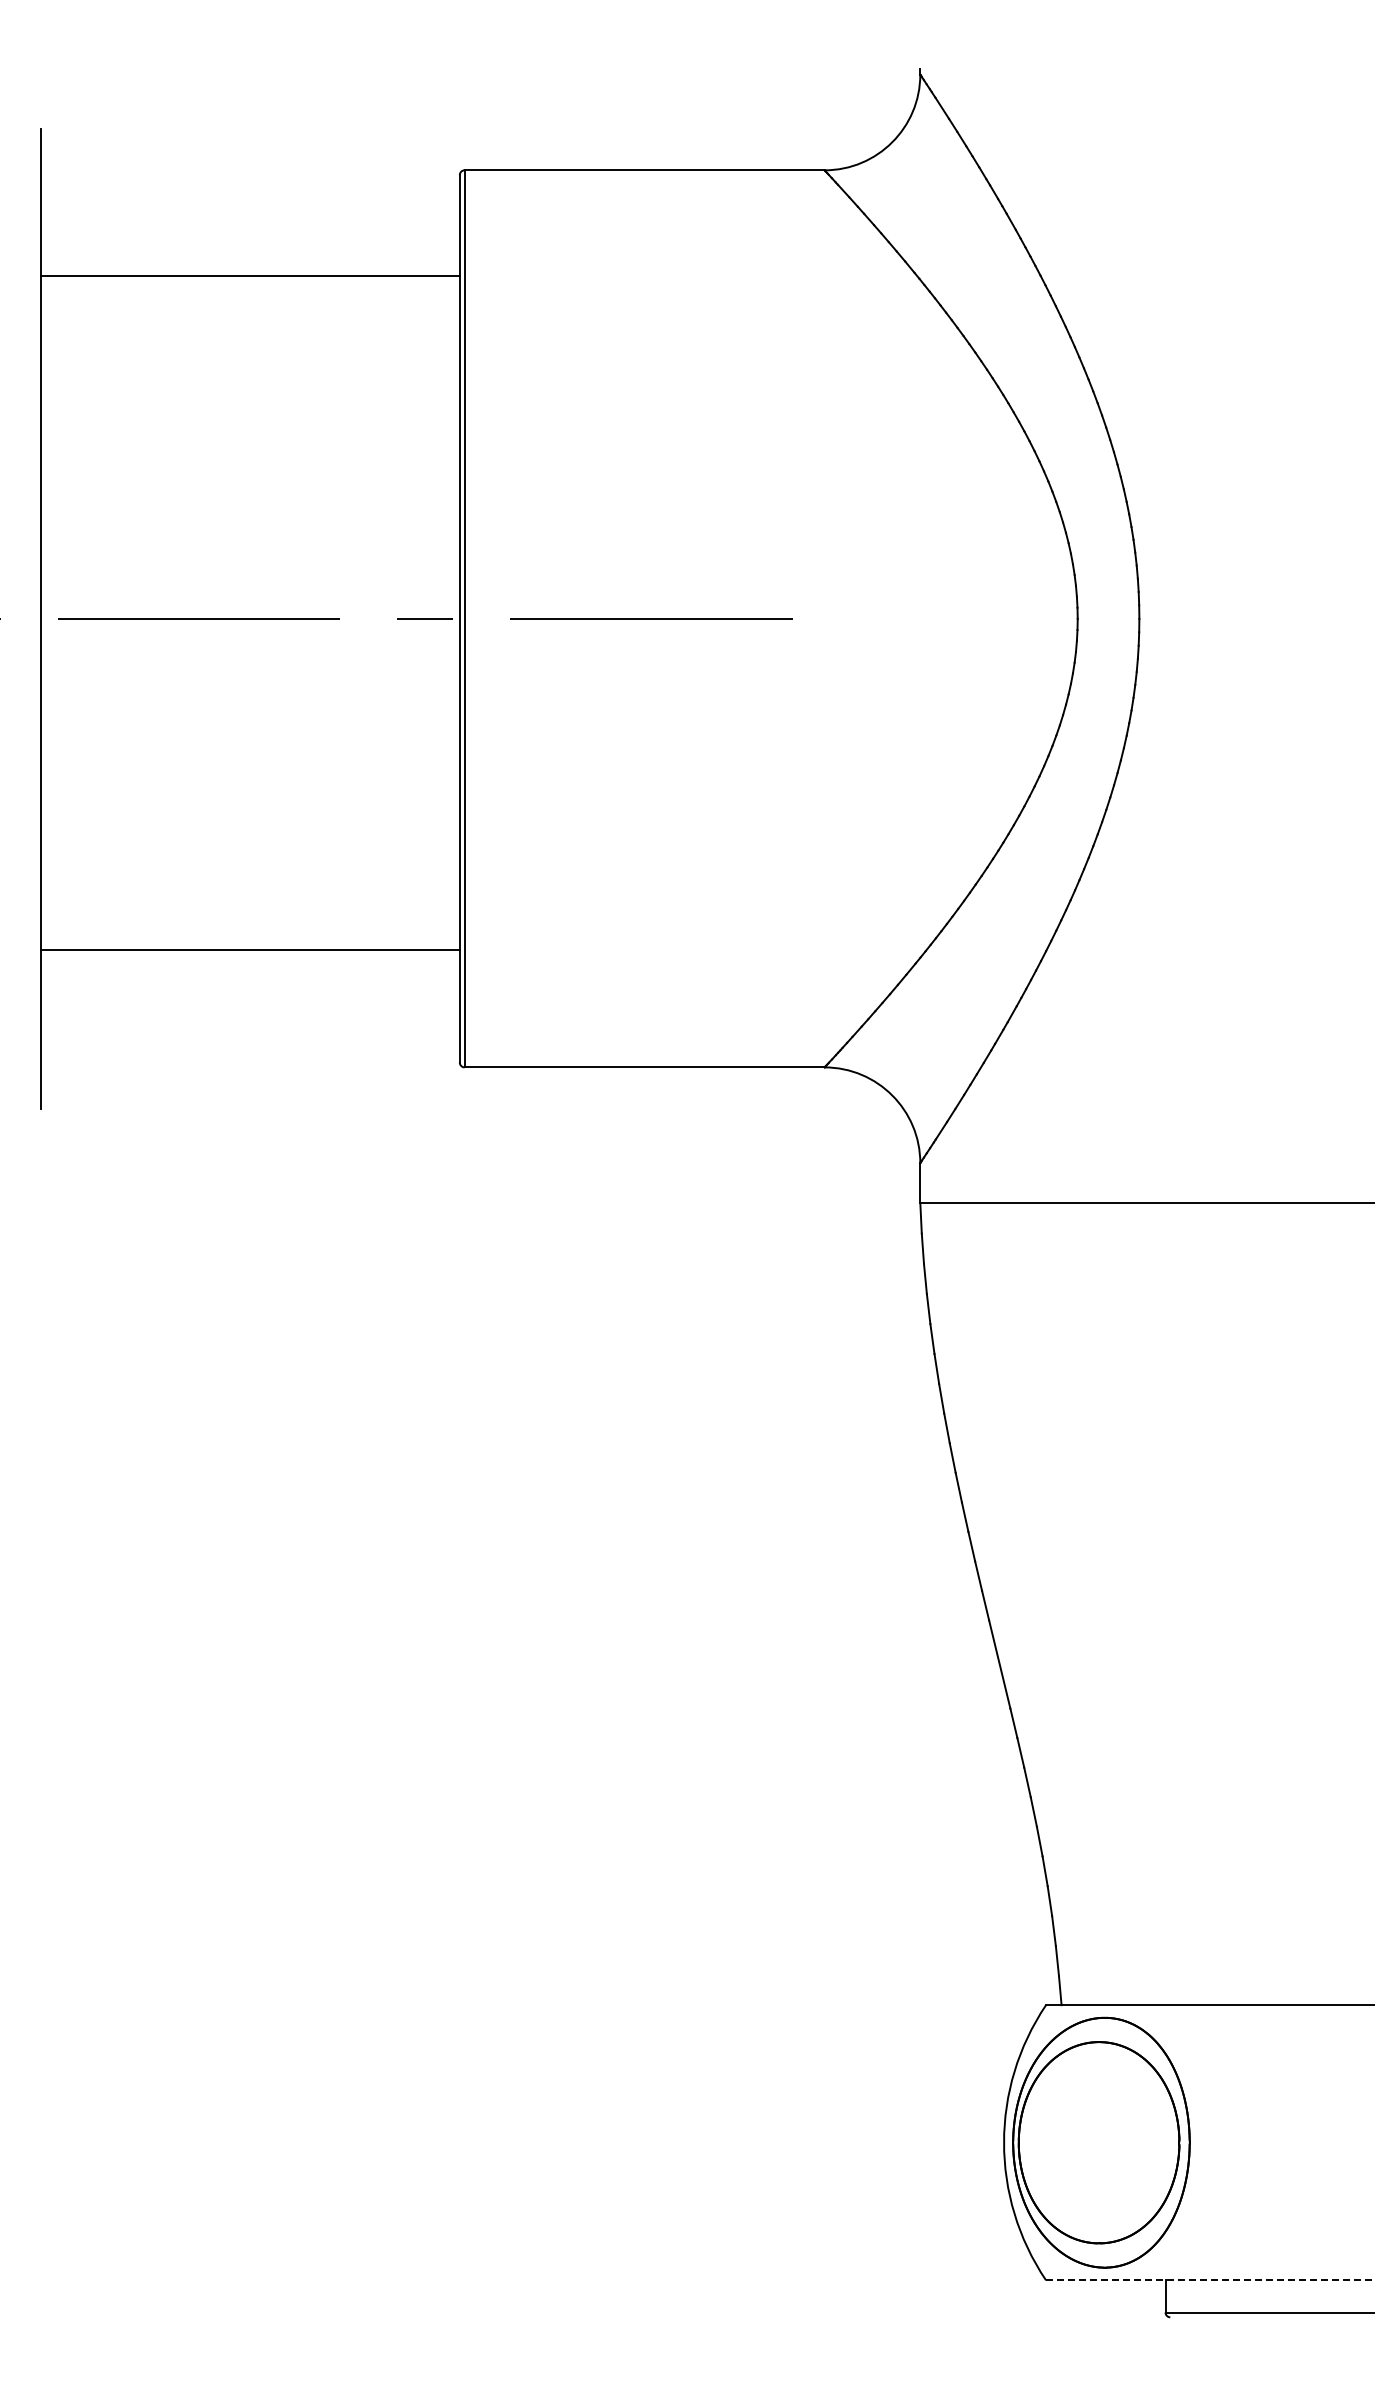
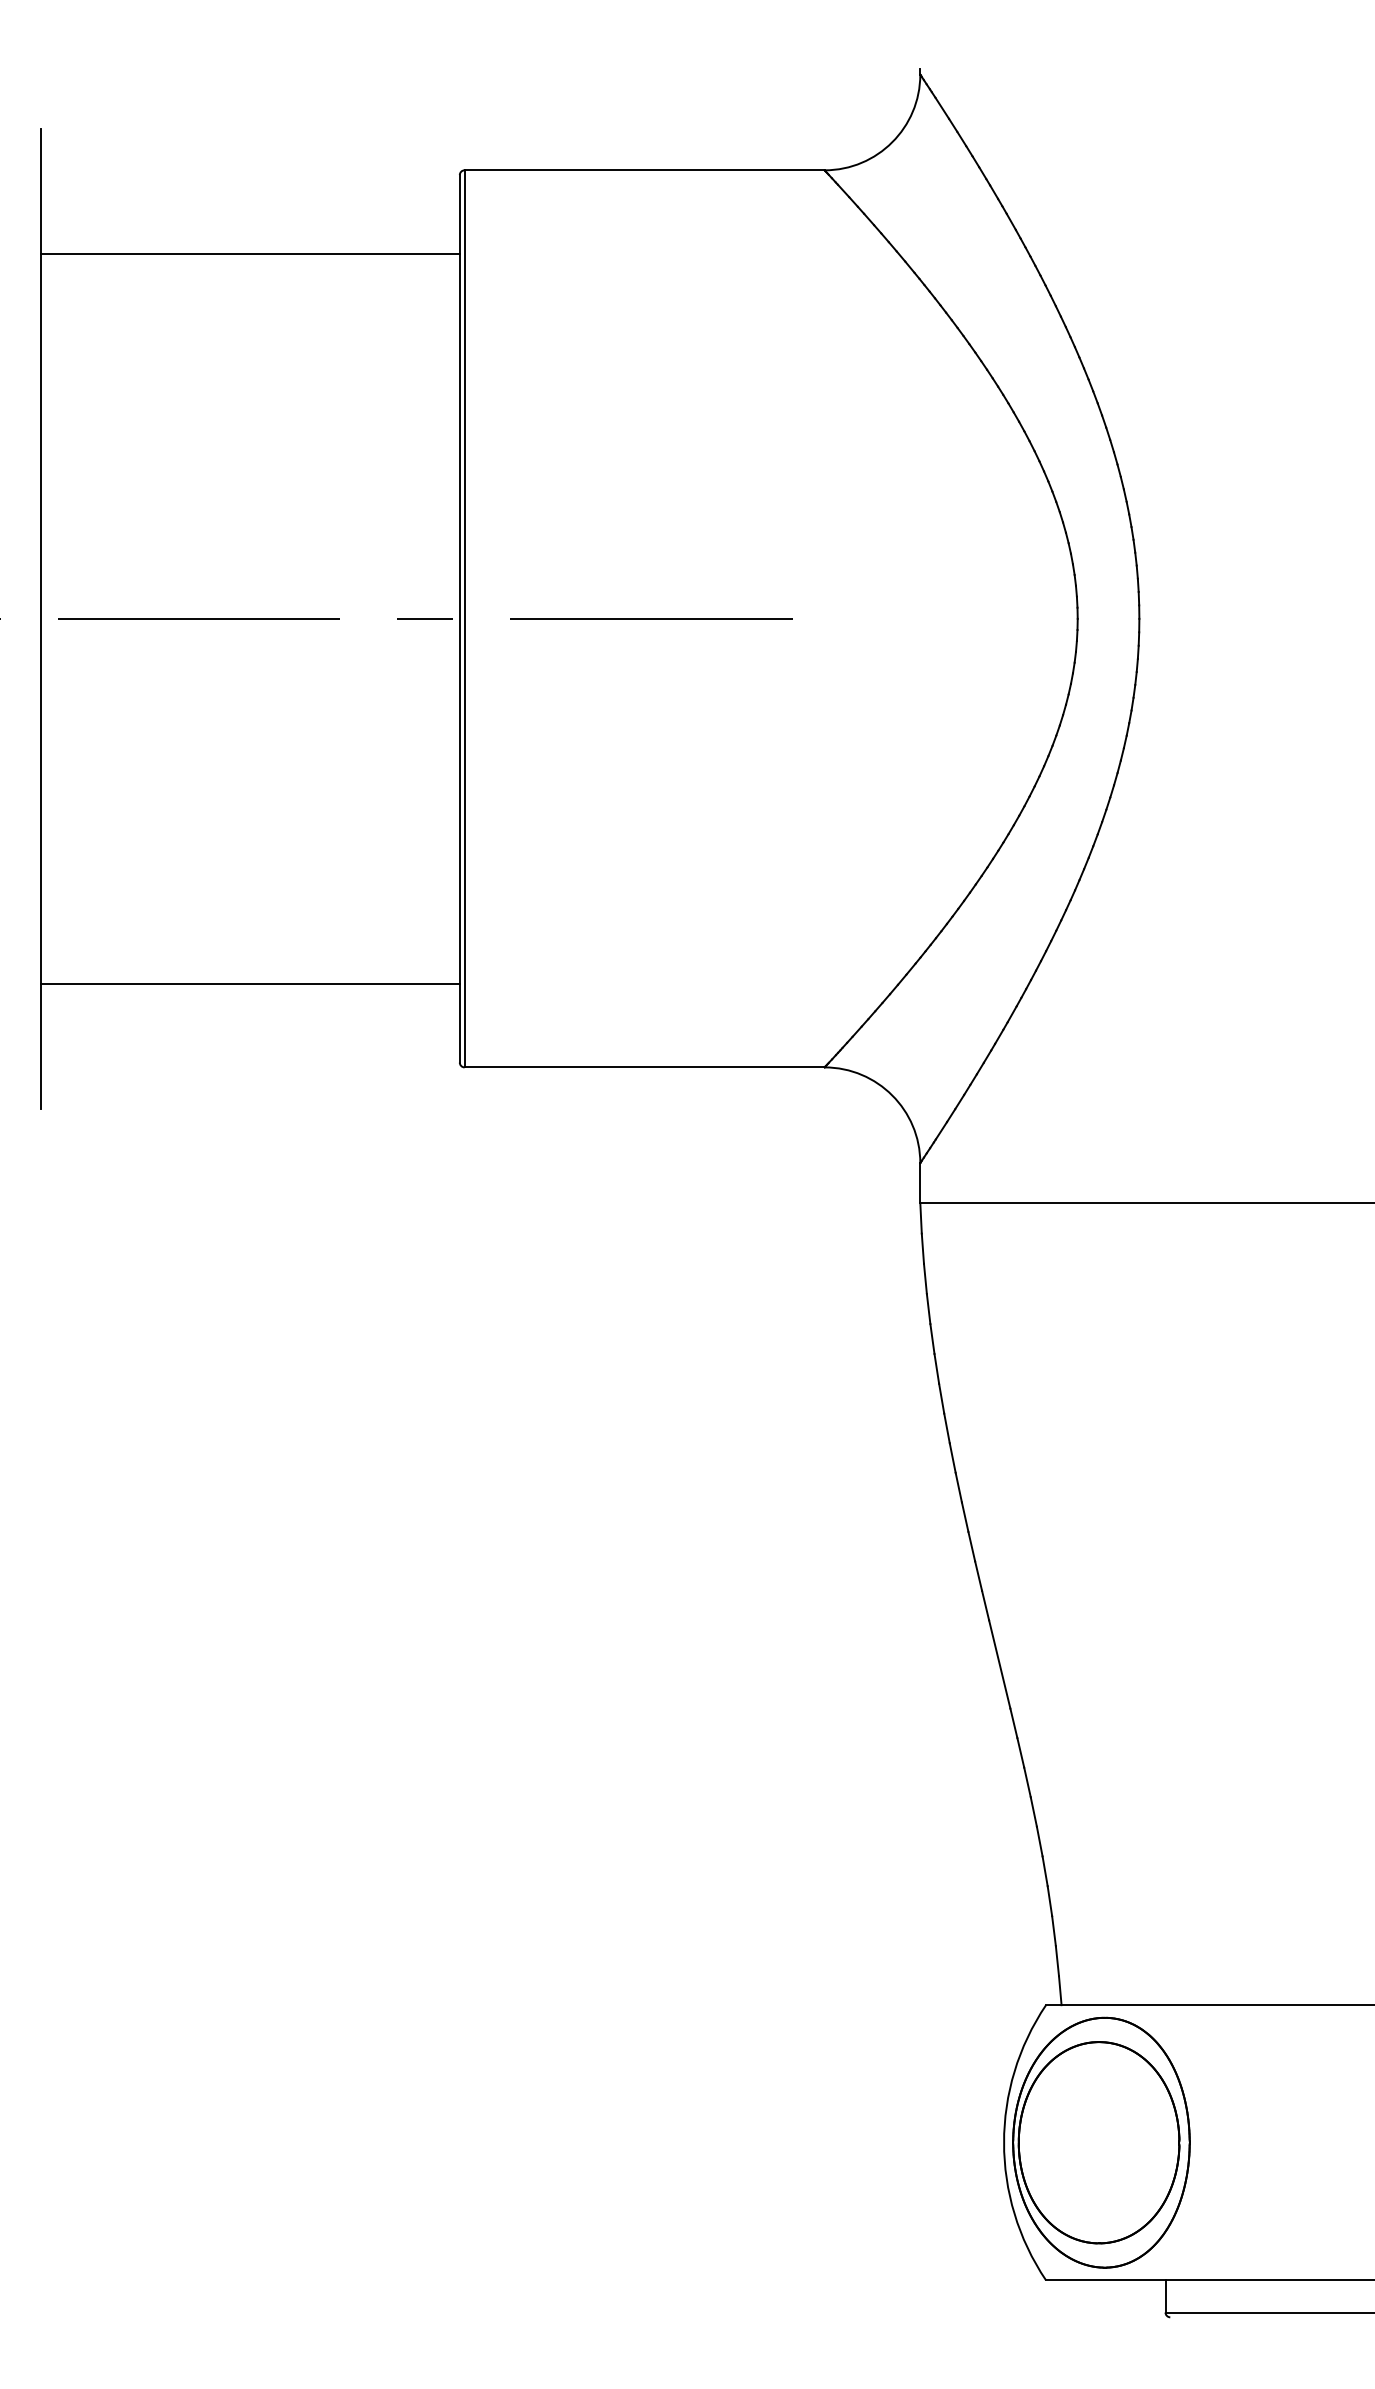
line at (250, 276) position: (250, 276) -> (250, 254)
line at (250, 949) position: (250, 949) -> (250, 983)
line at (1210, 2280): dashed -> solid
